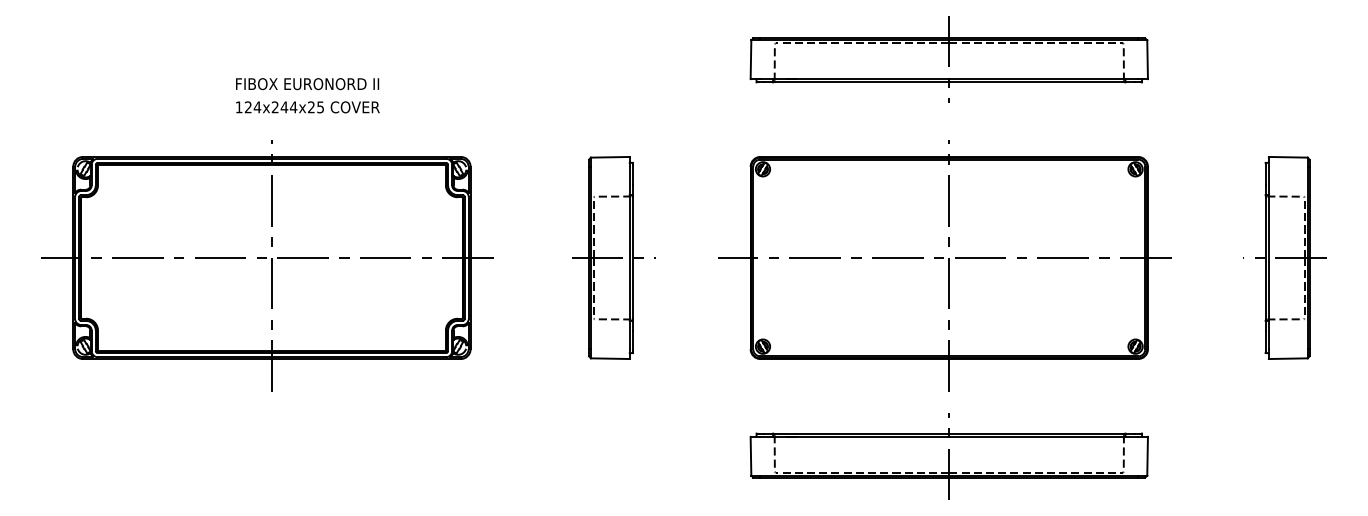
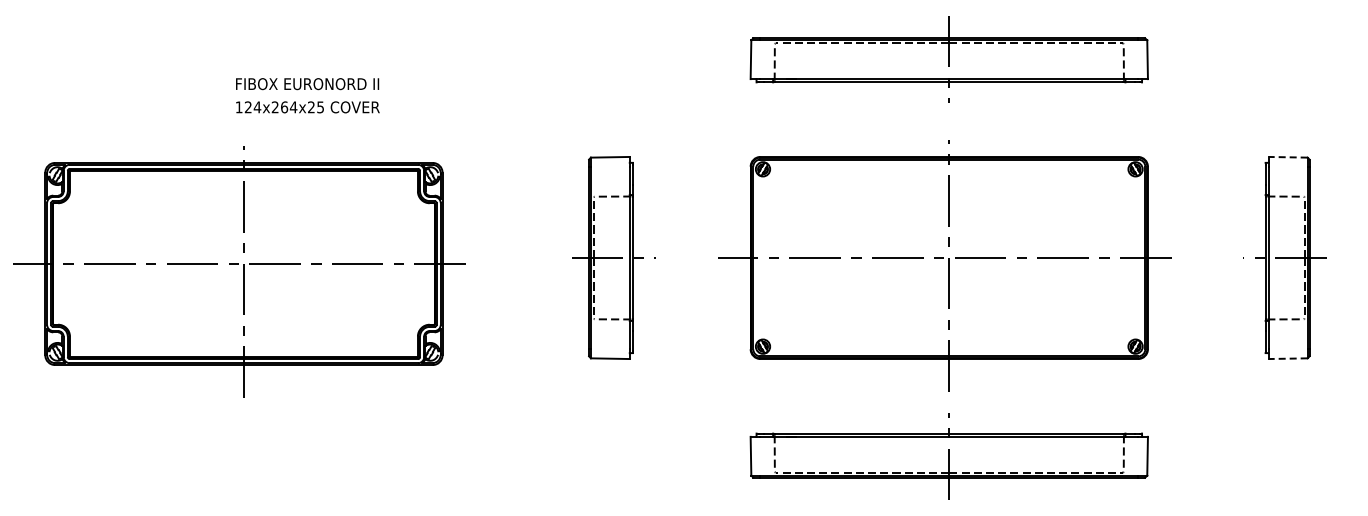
text at (284, 107): 124x244x25 -> 124x264x25
line at (1287, 157): solid -> dashed
part at (267, 265) position: (267, 265) -> (239, 271)
line at (1287, 358): solid -> dashed
